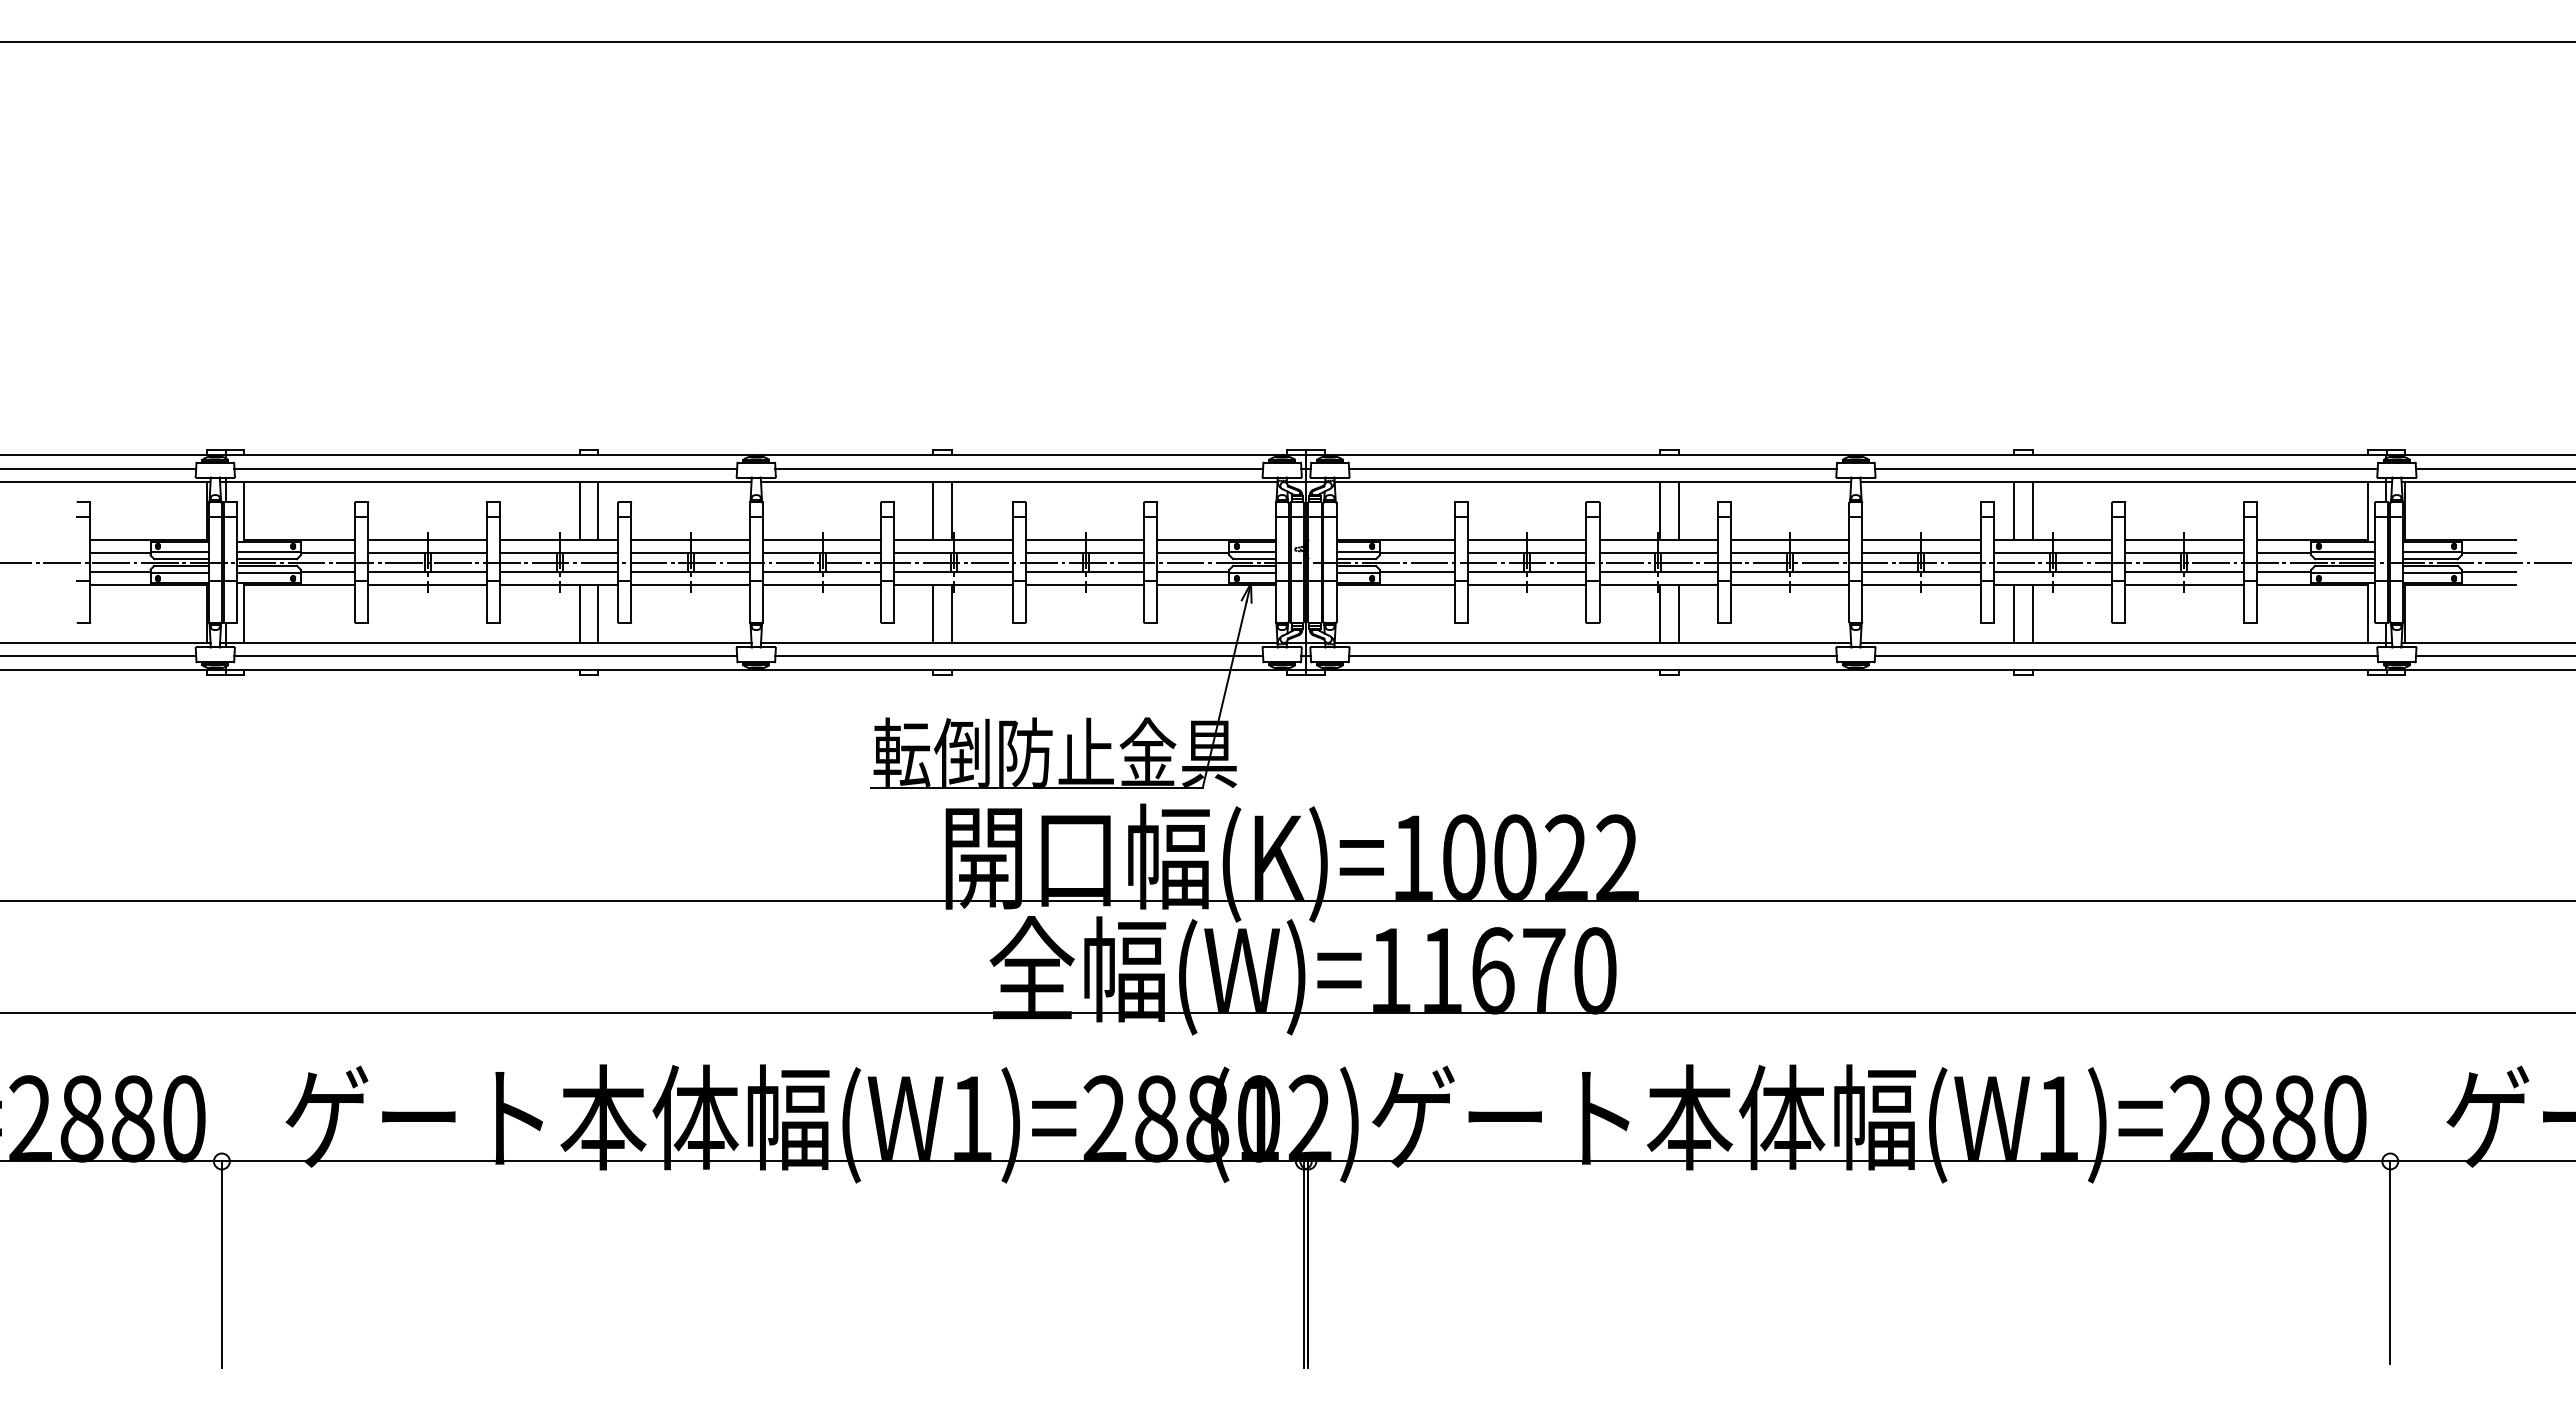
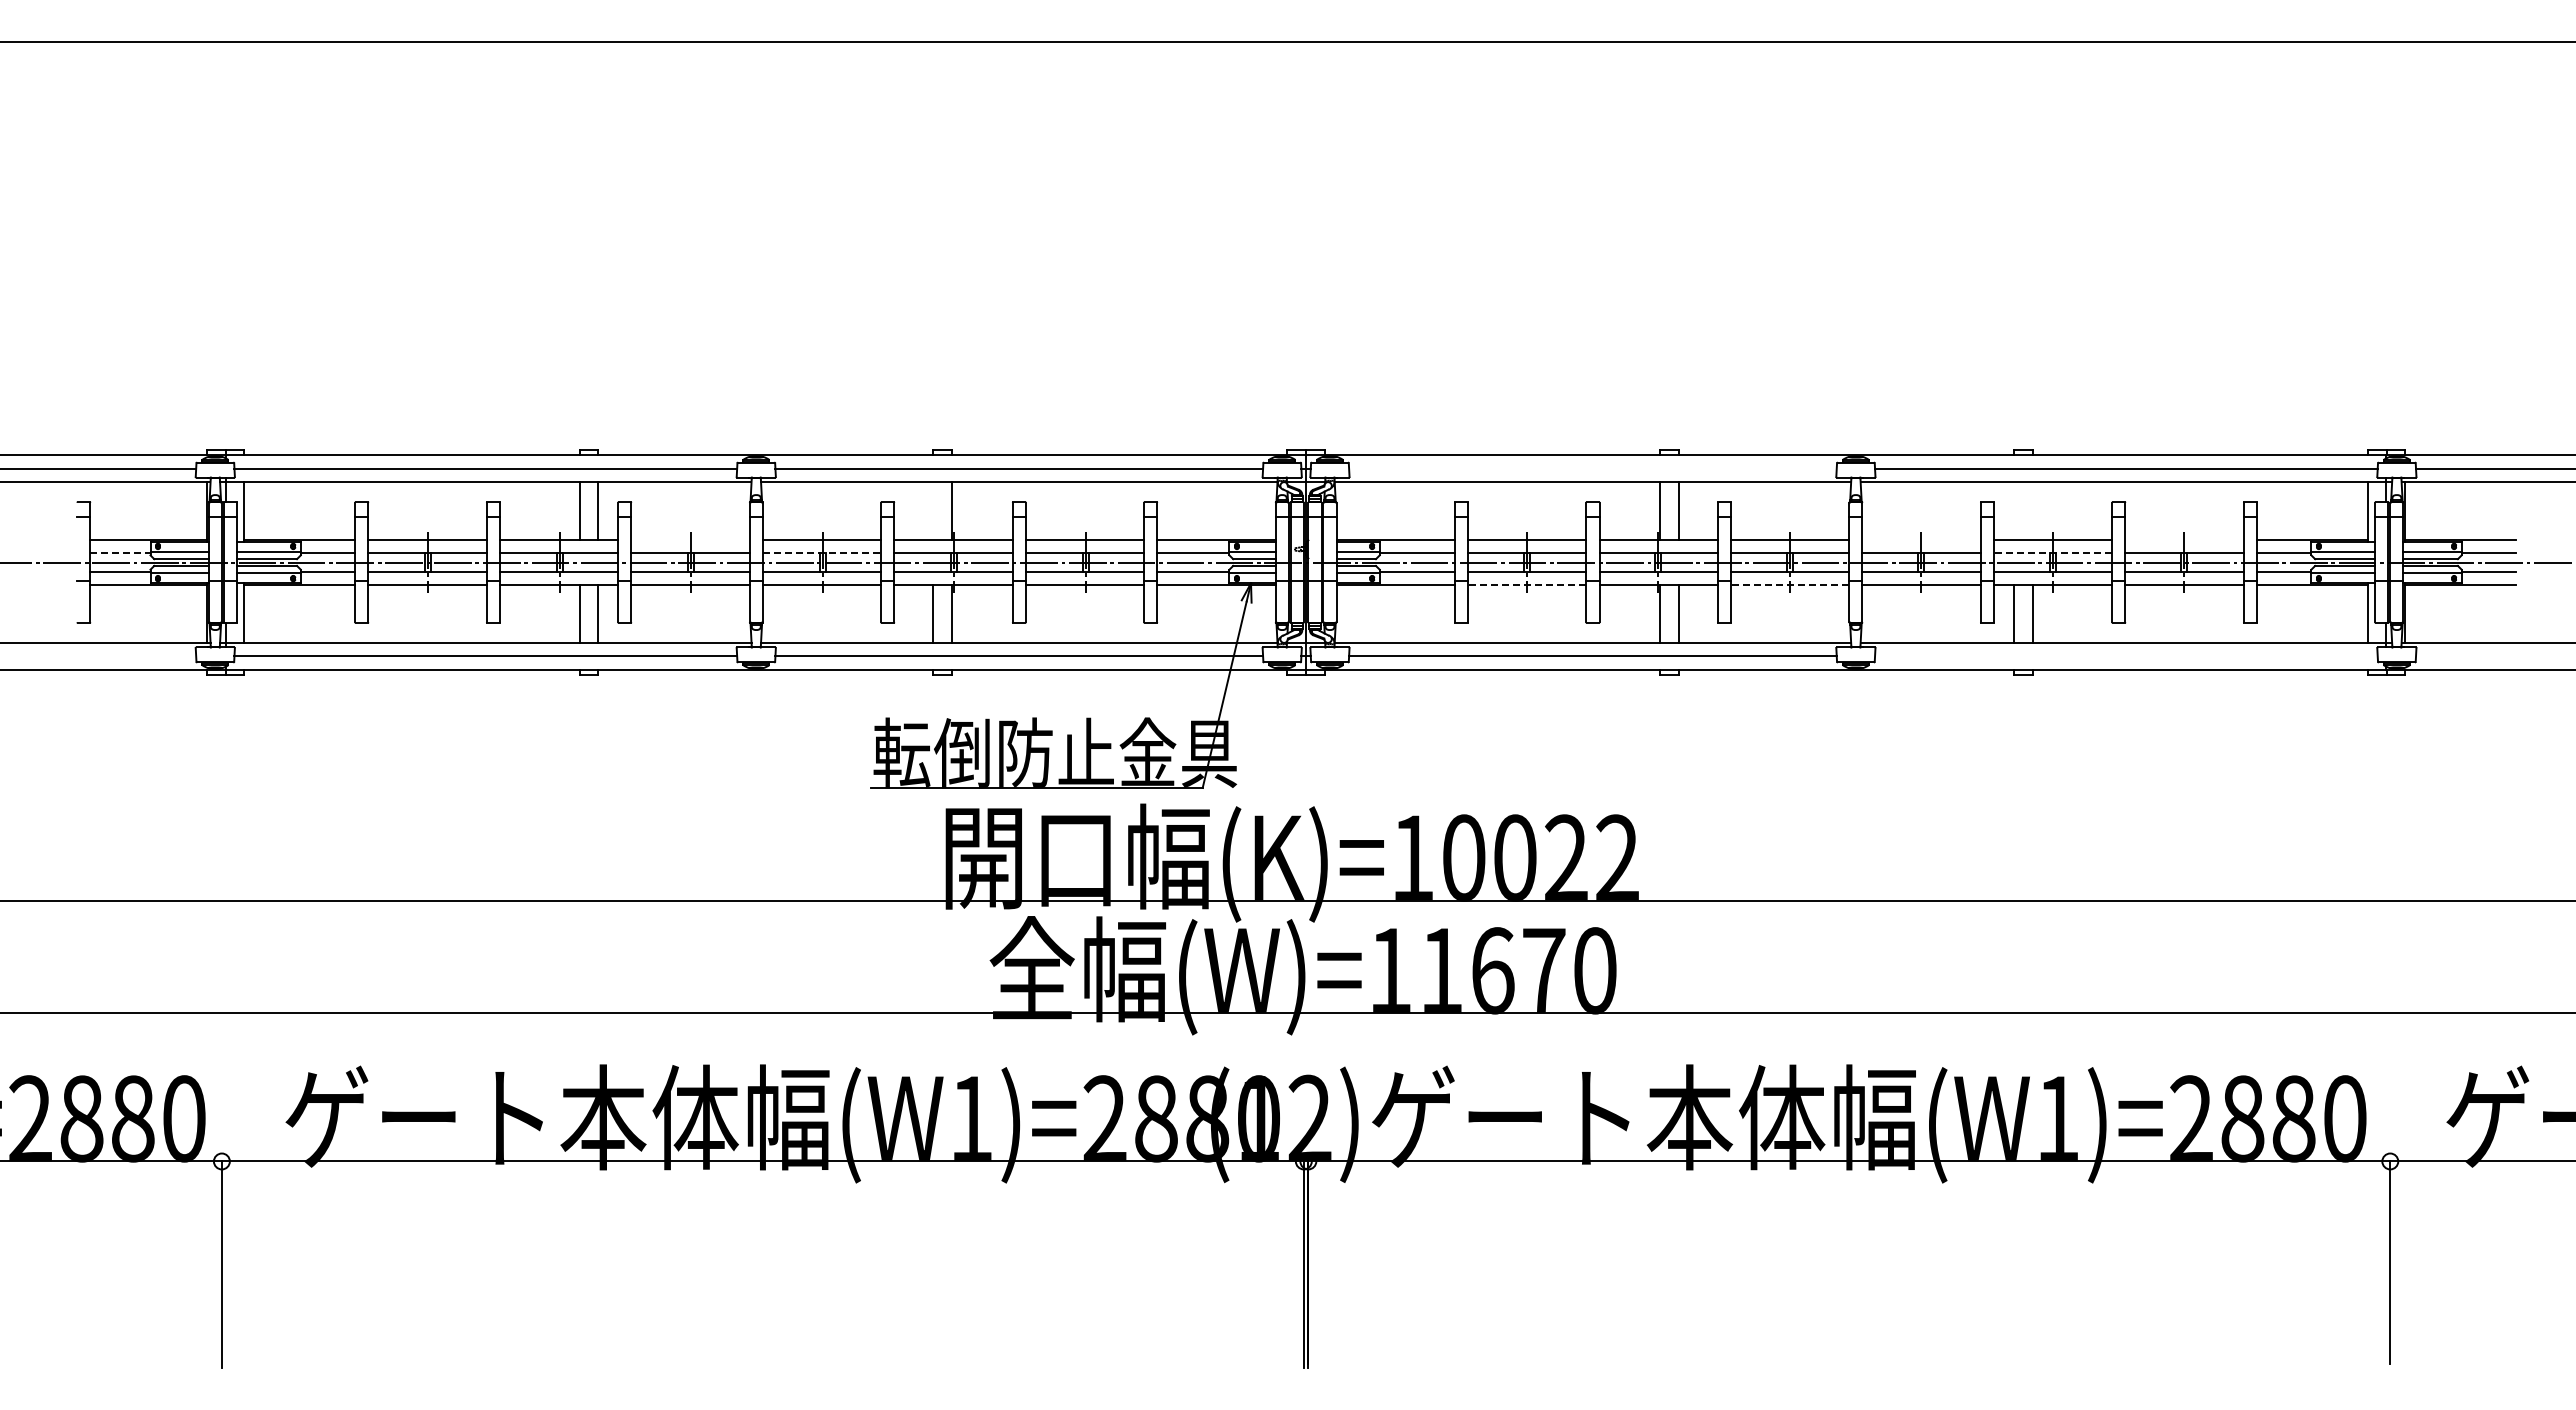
line at (1592, 468): present -> none
line at (933, 510): present -> none
line at (2013, 510): present -> none
line at (2032, 510): present -> none
line at (690, 539): present -> none
line at (1921, 539): present -> none
line at (2184, 539): present -> none
line at (120, 553): solid -> dashed
line at (822, 553): solid -> dashed
line at (2052, 553): solid -> dashed
line at (1526, 585): solid -> dashed
line at (1789, 585): solid -> dashed
line at (99, 656): present -> none
line at (2126, 656): present -> none
line at (2494, 656): present -> none
